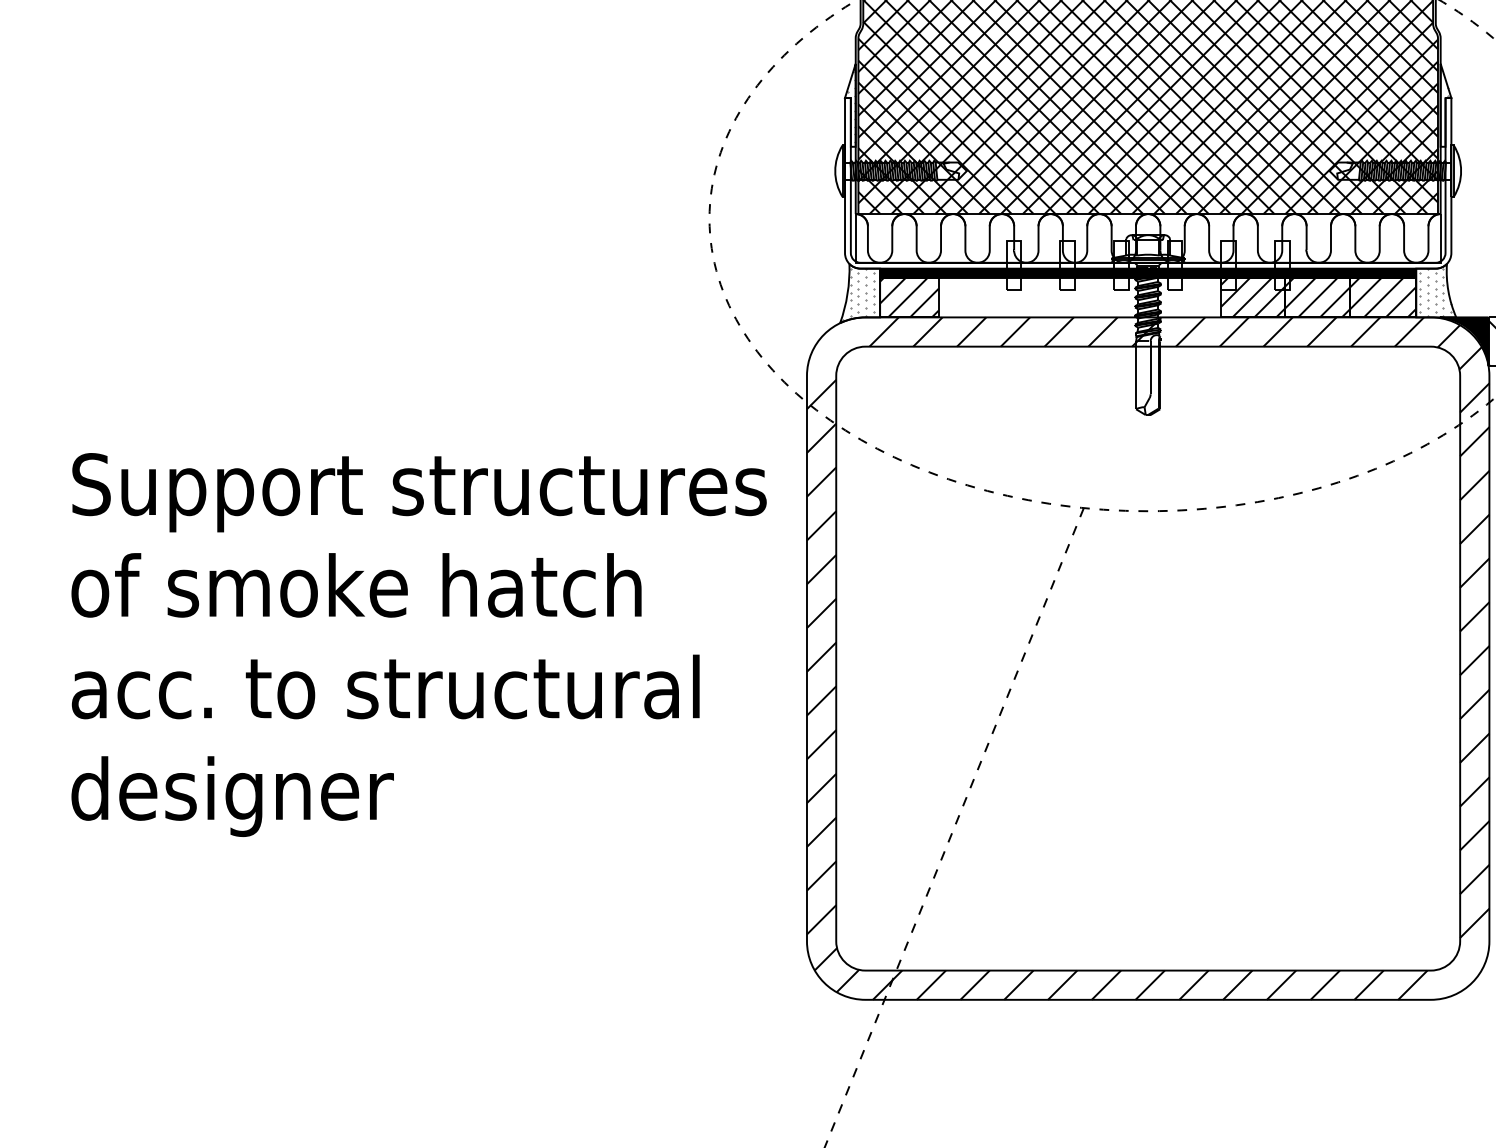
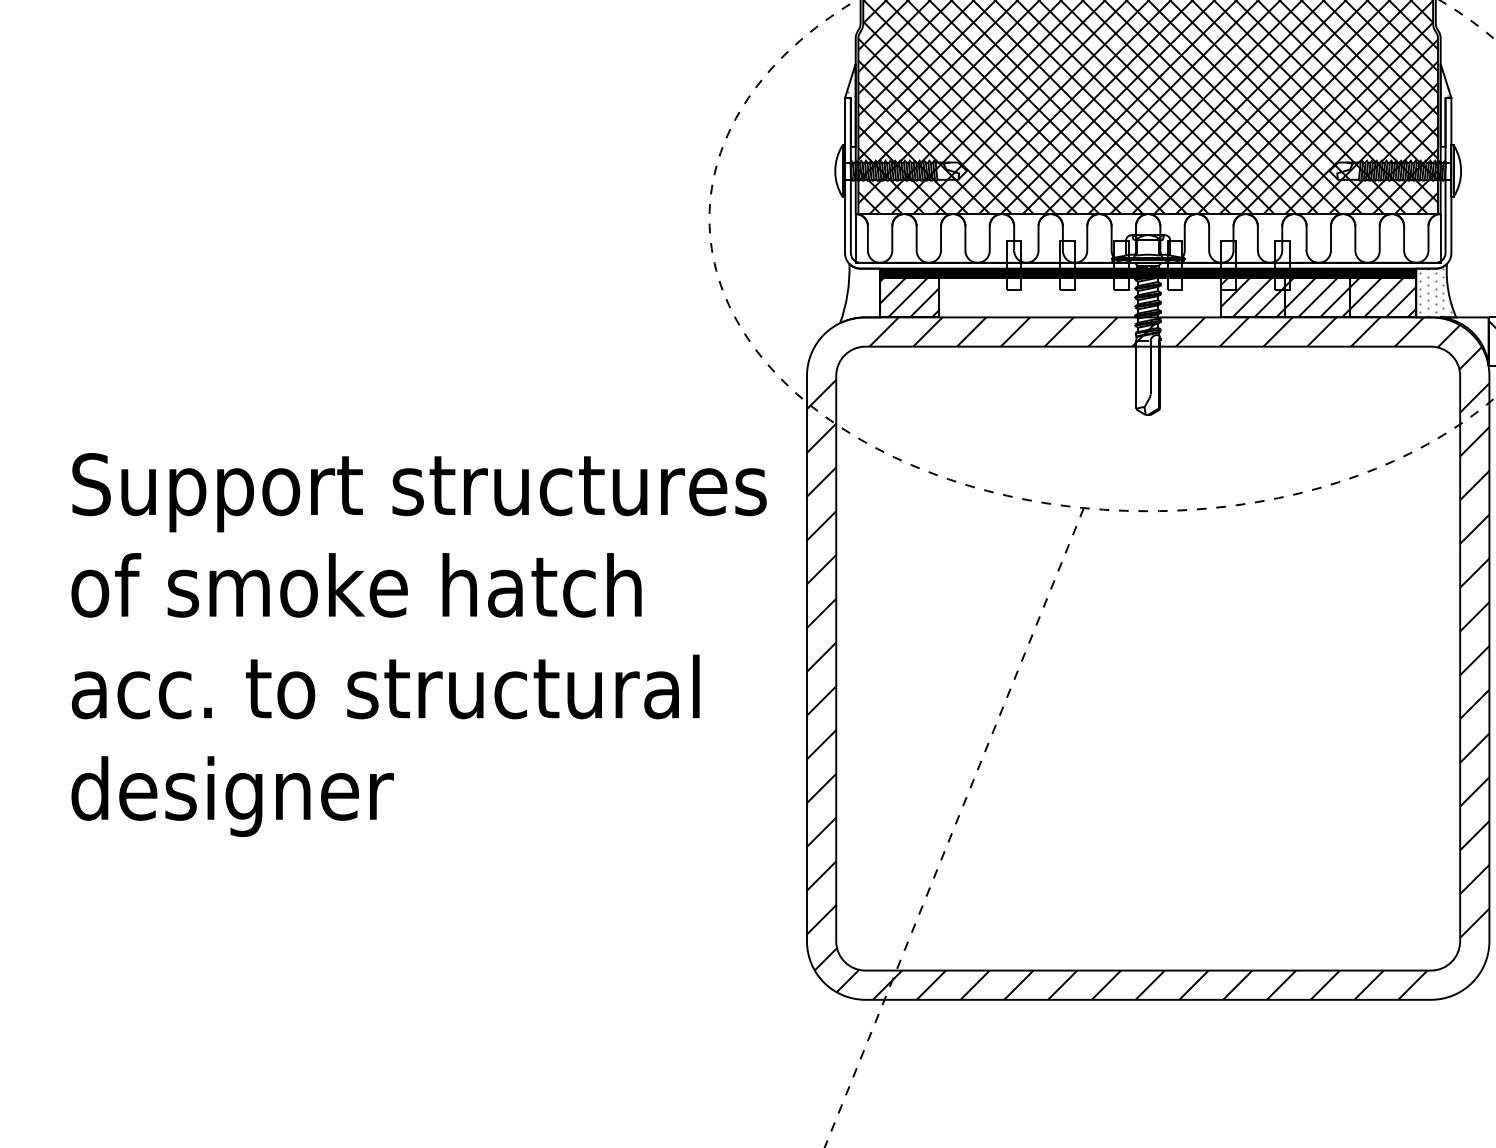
hatch at (857, 294): present -> none
fill at (1463, 341): present -> none
